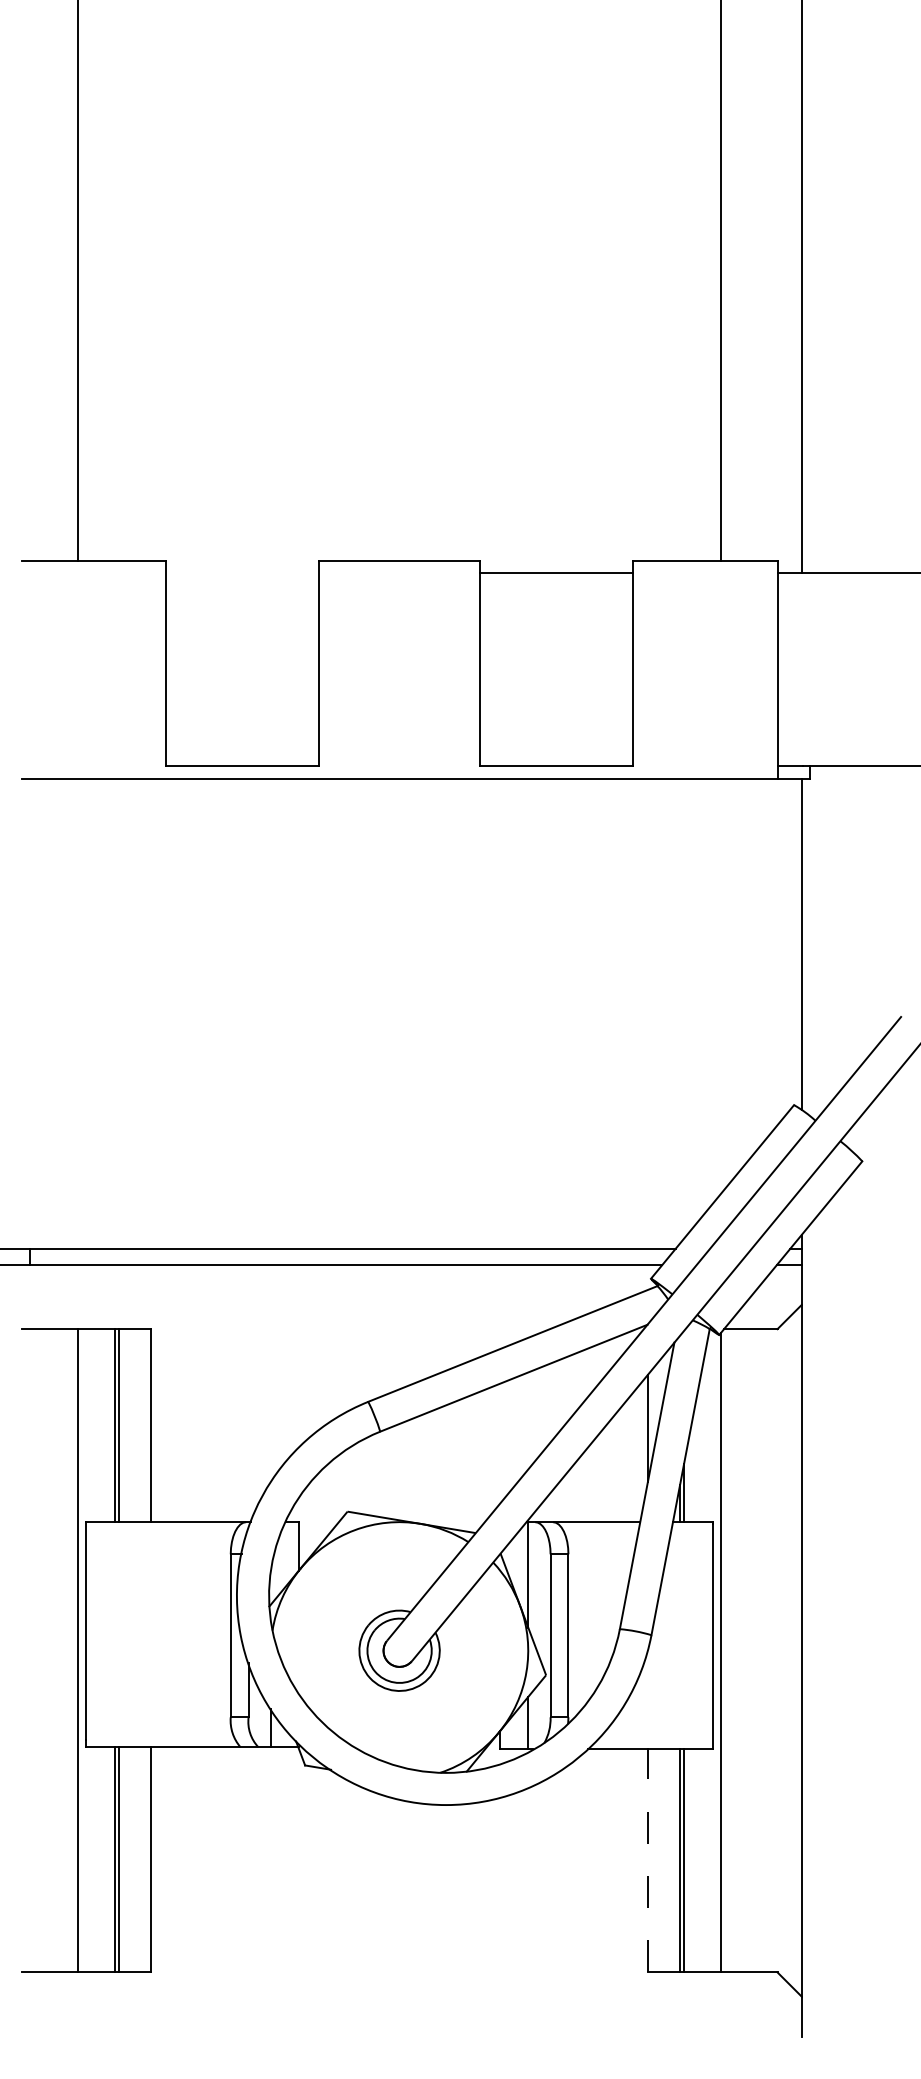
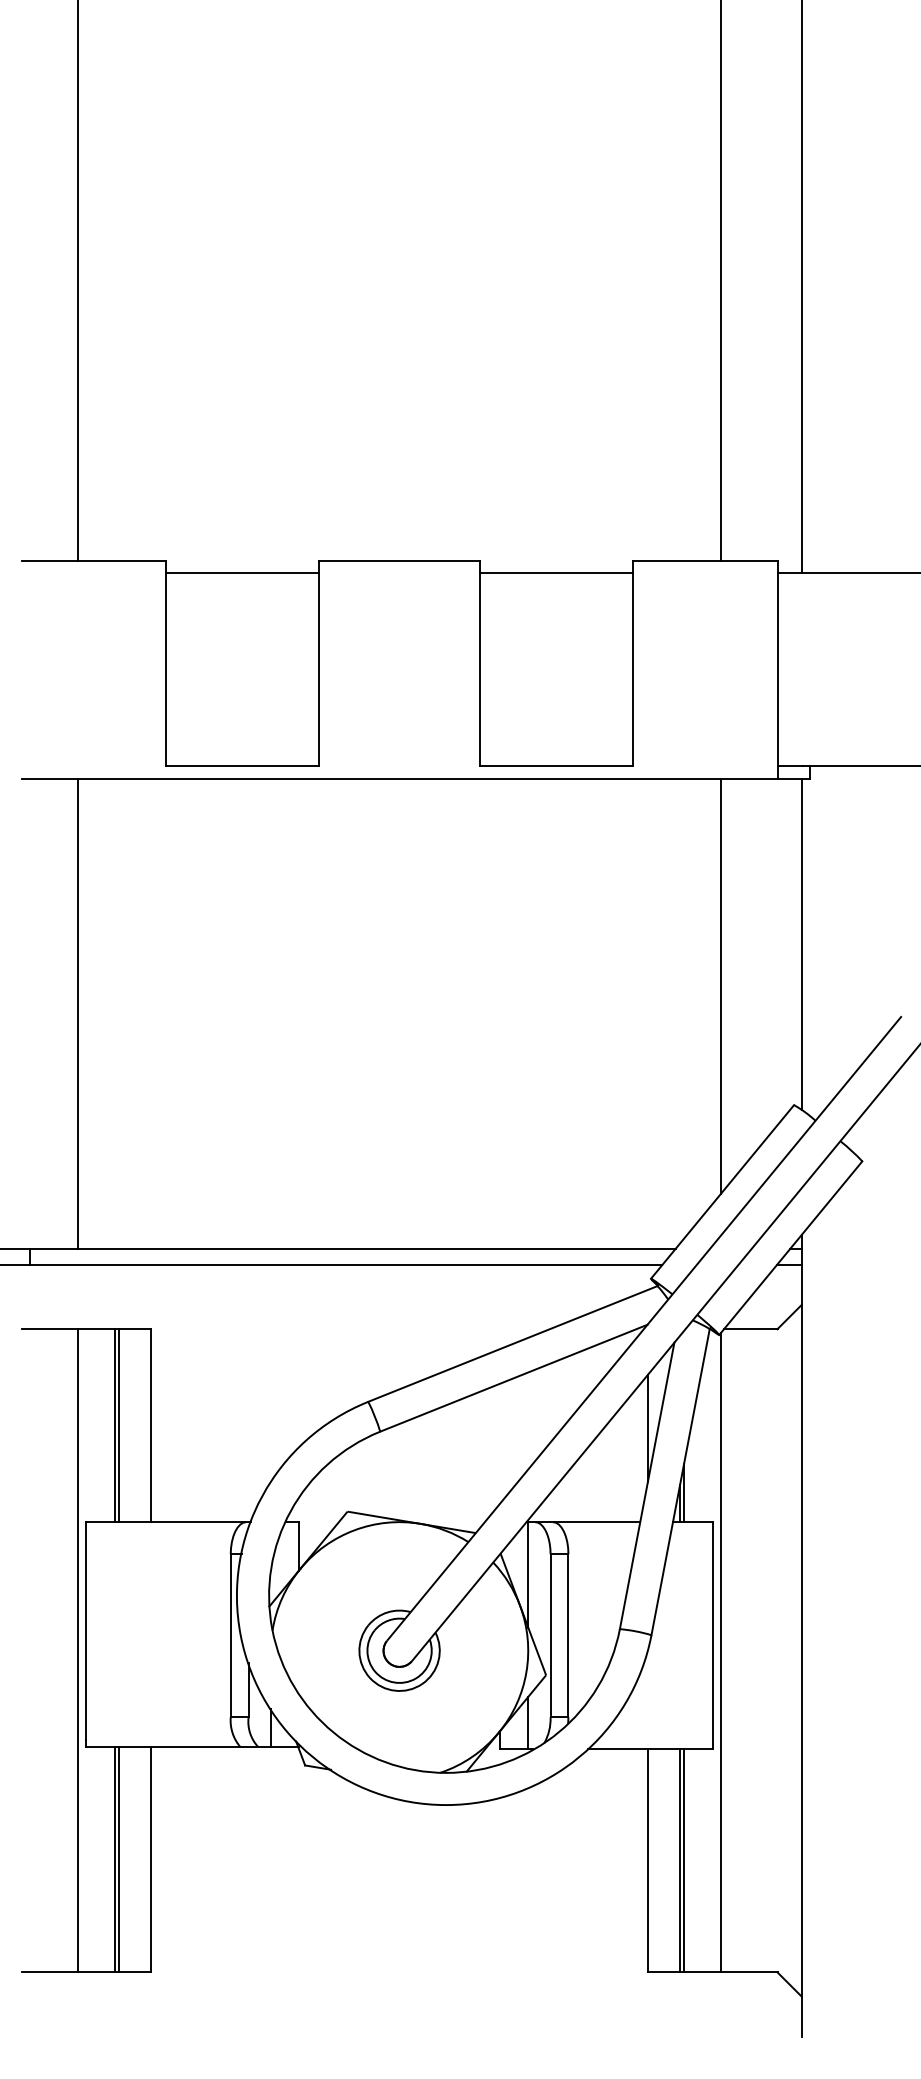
line at (242, 573): none -> present
line at (721, 986): none -> present
line at (77, 1013): none -> present
line at (647, 1860): dashed -> solid
